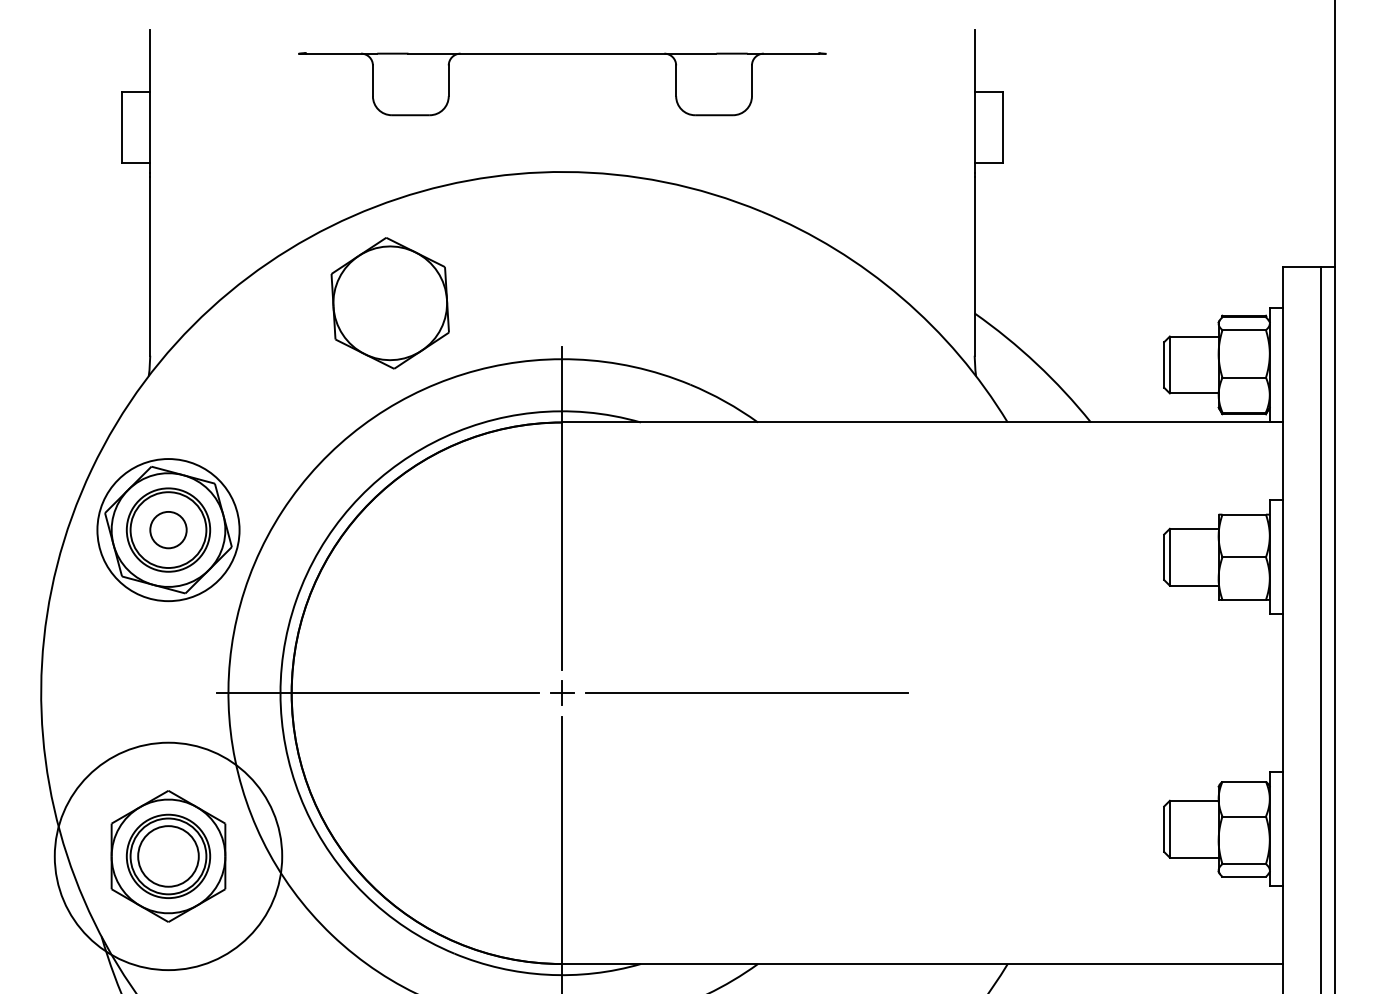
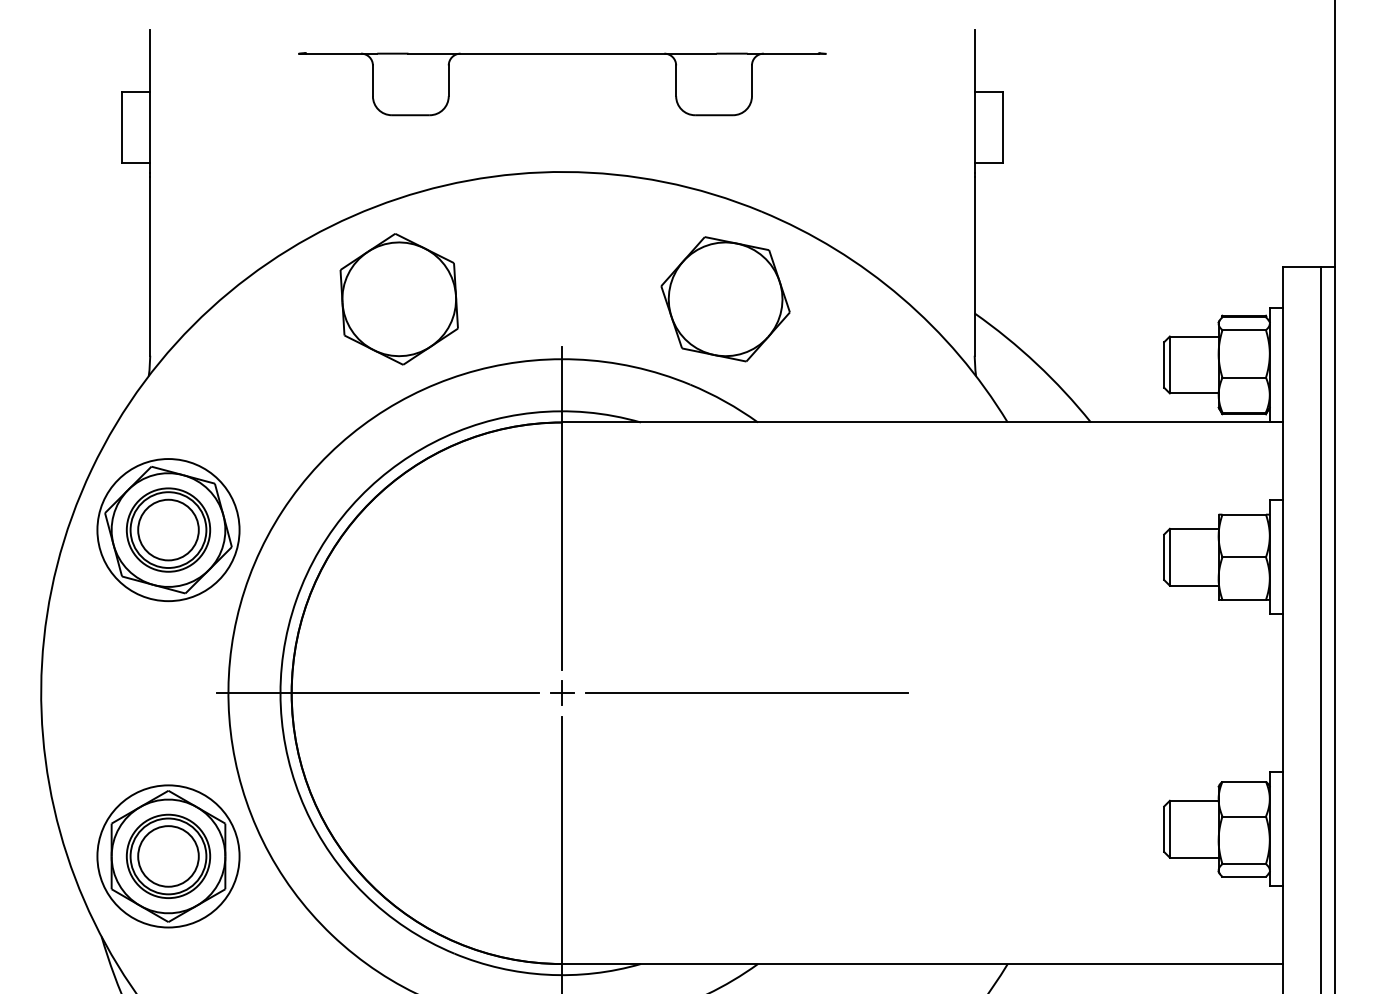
part at (725, 299): none -> present
part at (389, 303) position: (389, 303) -> (398, 299)
circle at (168, 529) diameter: 36 px -> 61 px
circle at (168, 856) diameter: 227 px -> 142 px
